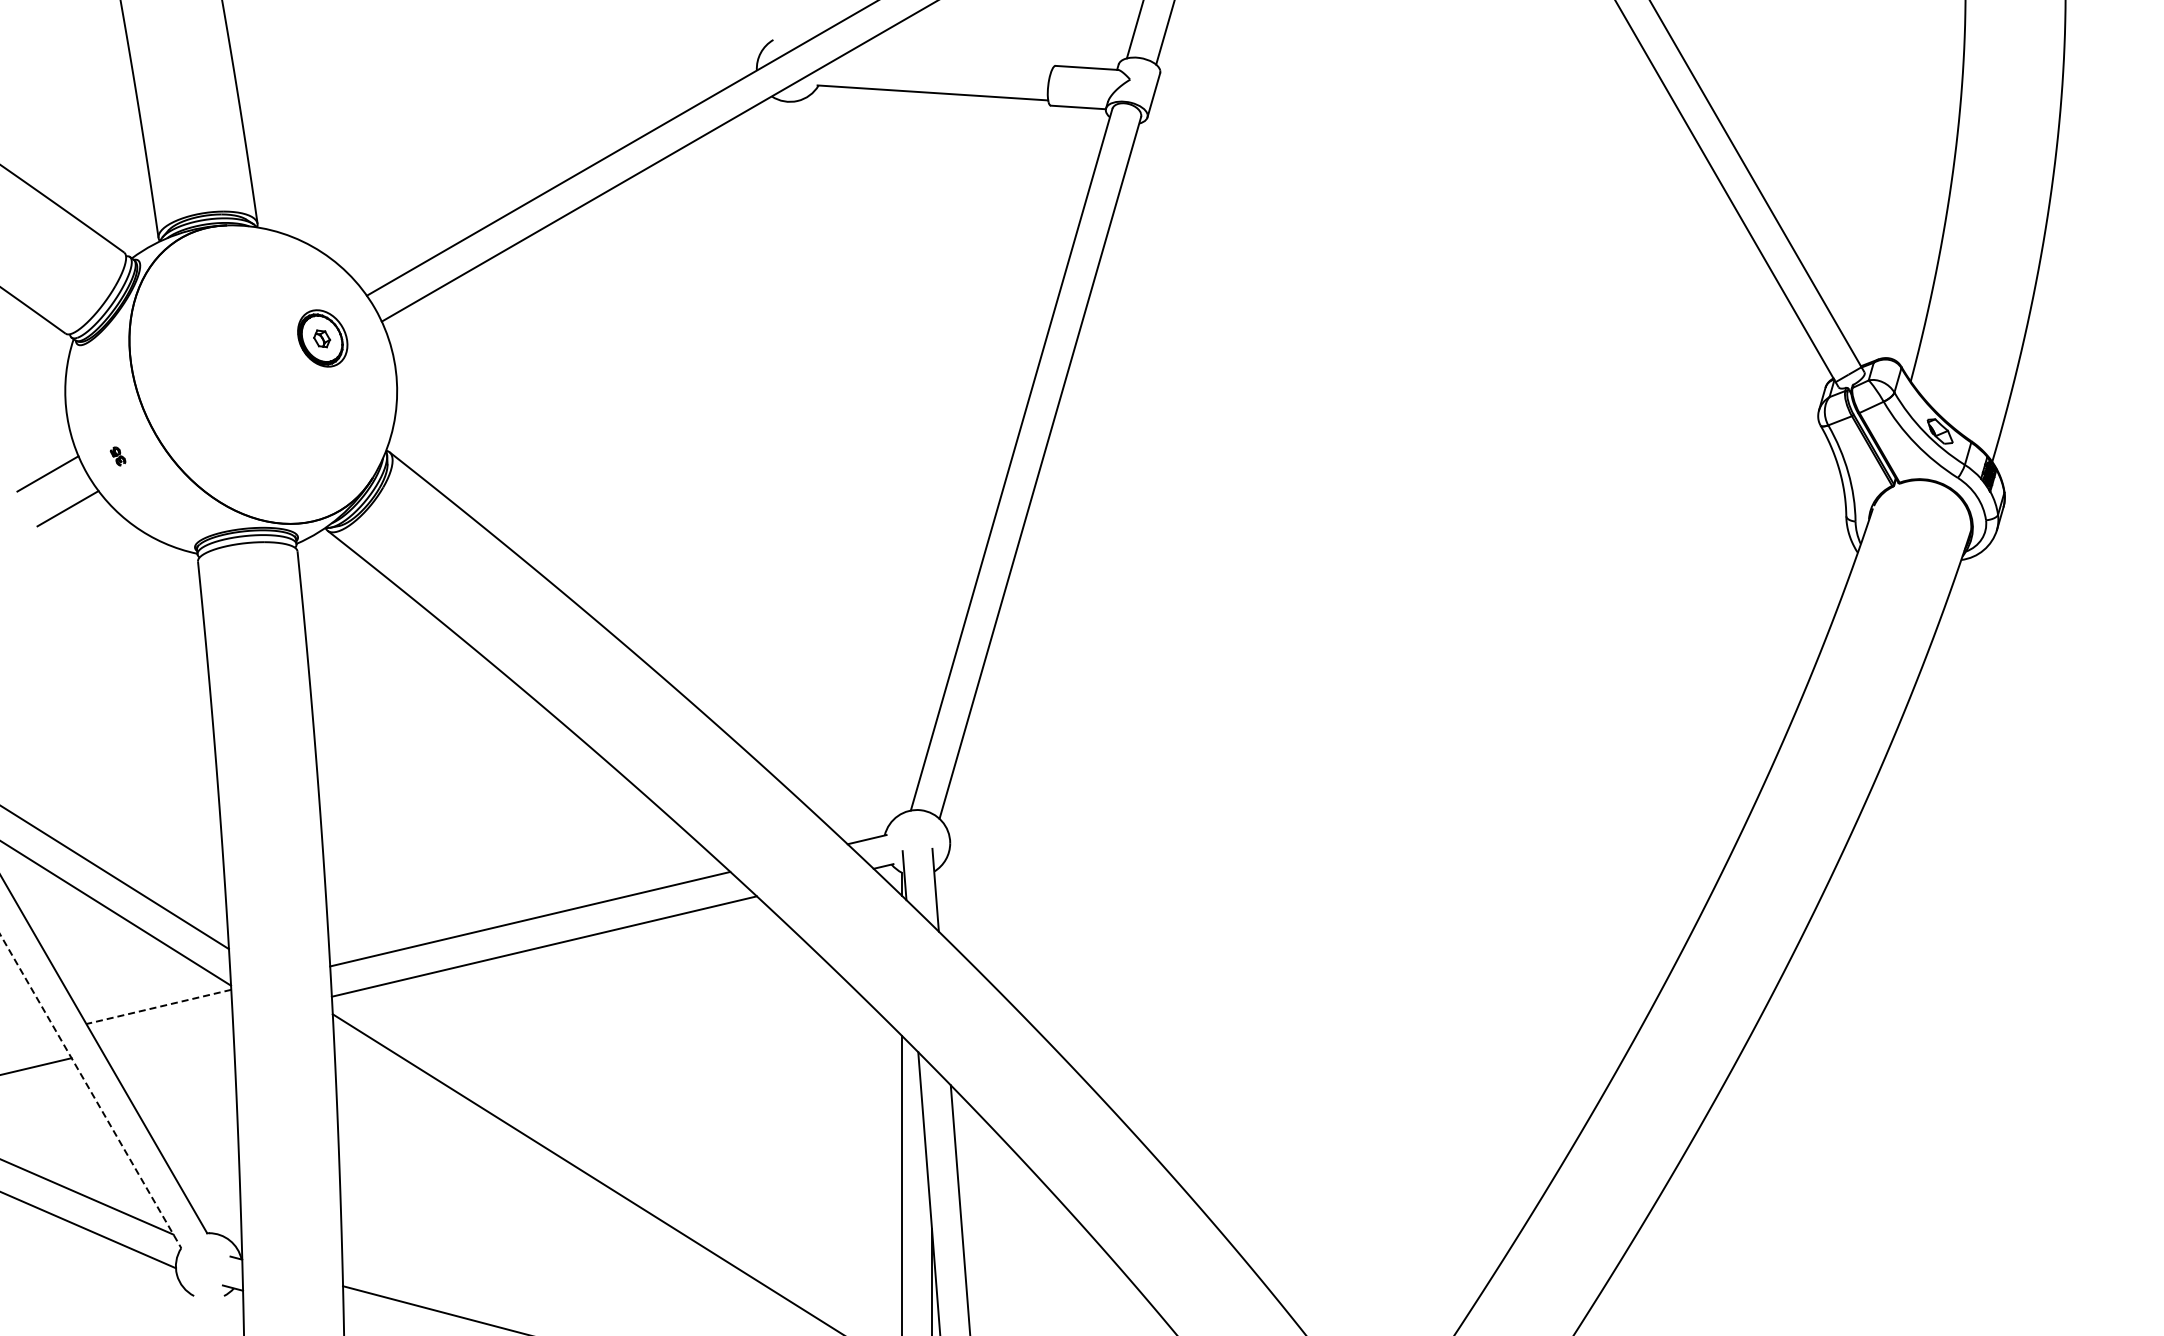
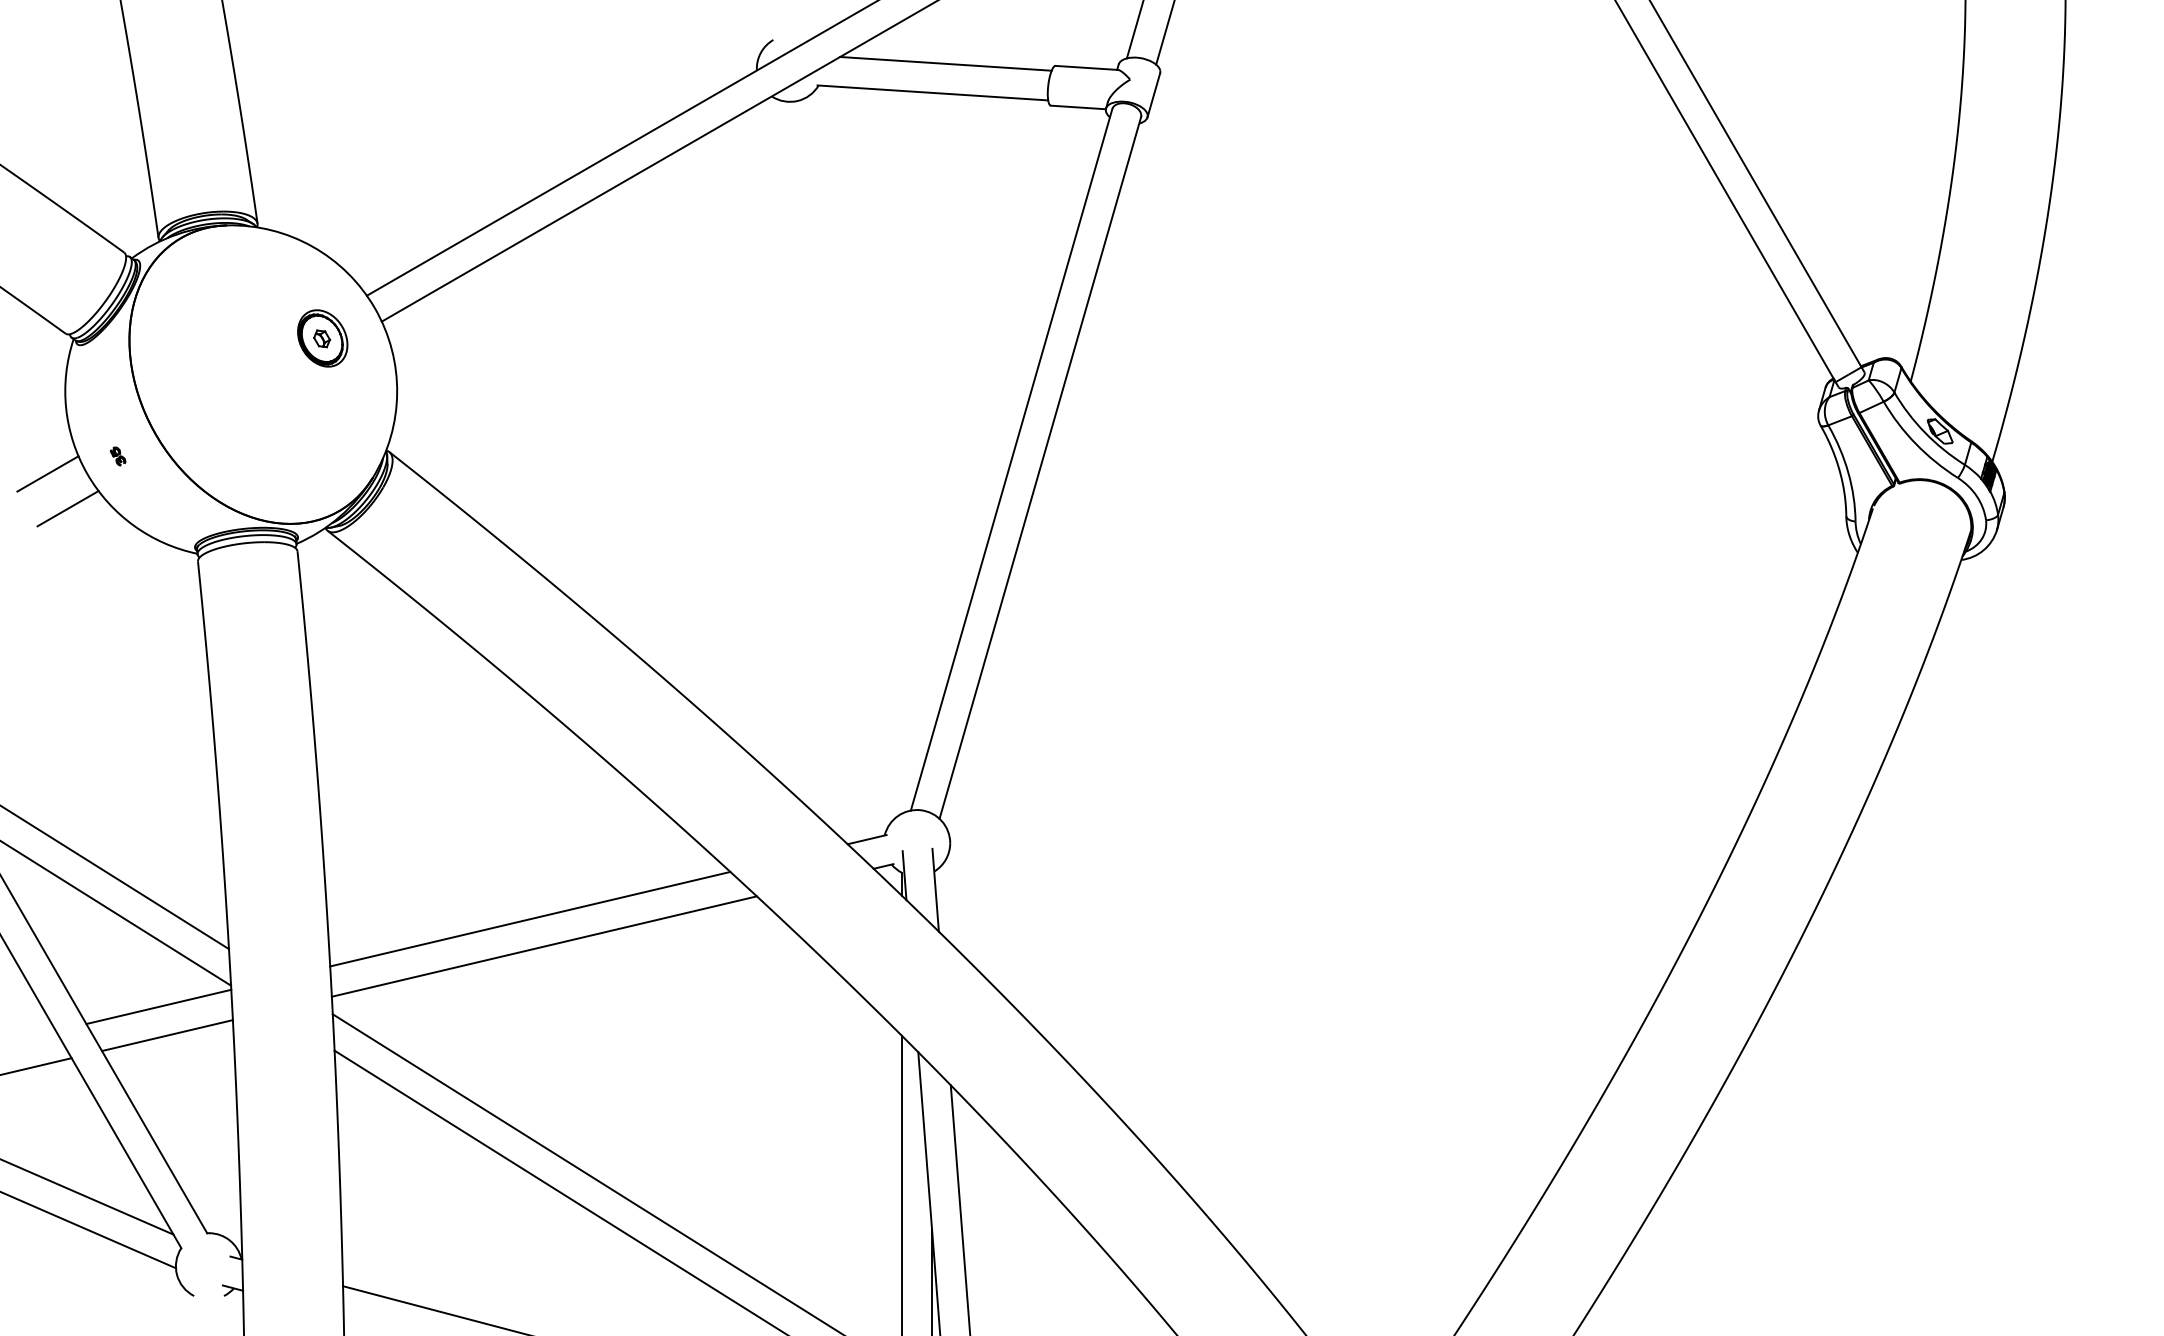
line at (945, 63): none -> present
line at (158, 1007): dashed -> solid
line at (166, 1035): none -> present
line at (90, 1091): dashed -> solid
line at (558, 1191): none -> present
